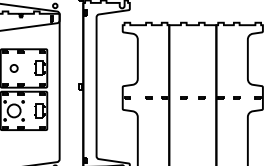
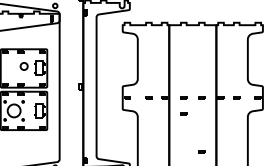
circle at (13, 68) position: (13, 68) -> (23, 66)
part at (183, 113): none -> present
part at (201, 151): none -> present
